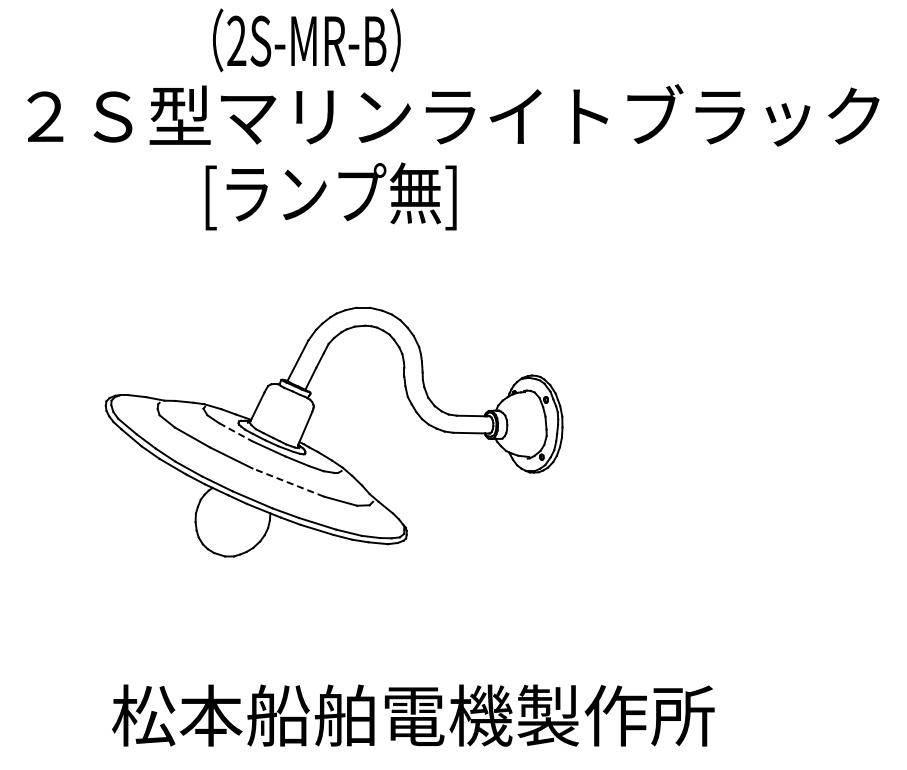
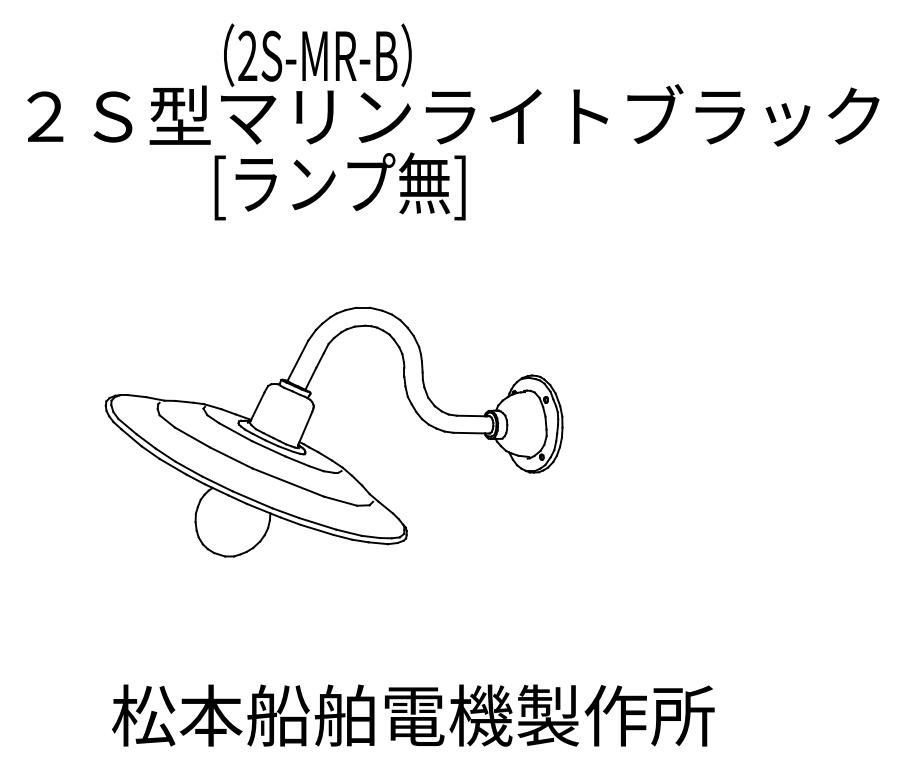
text at (306, 40) position: (306, 40) -> (317, 55)
text at (330, 196) position: (330, 196) -> (339, 186)
line at (235, 432): dashed -> solid
line at (287, 482): dashed -> solid
